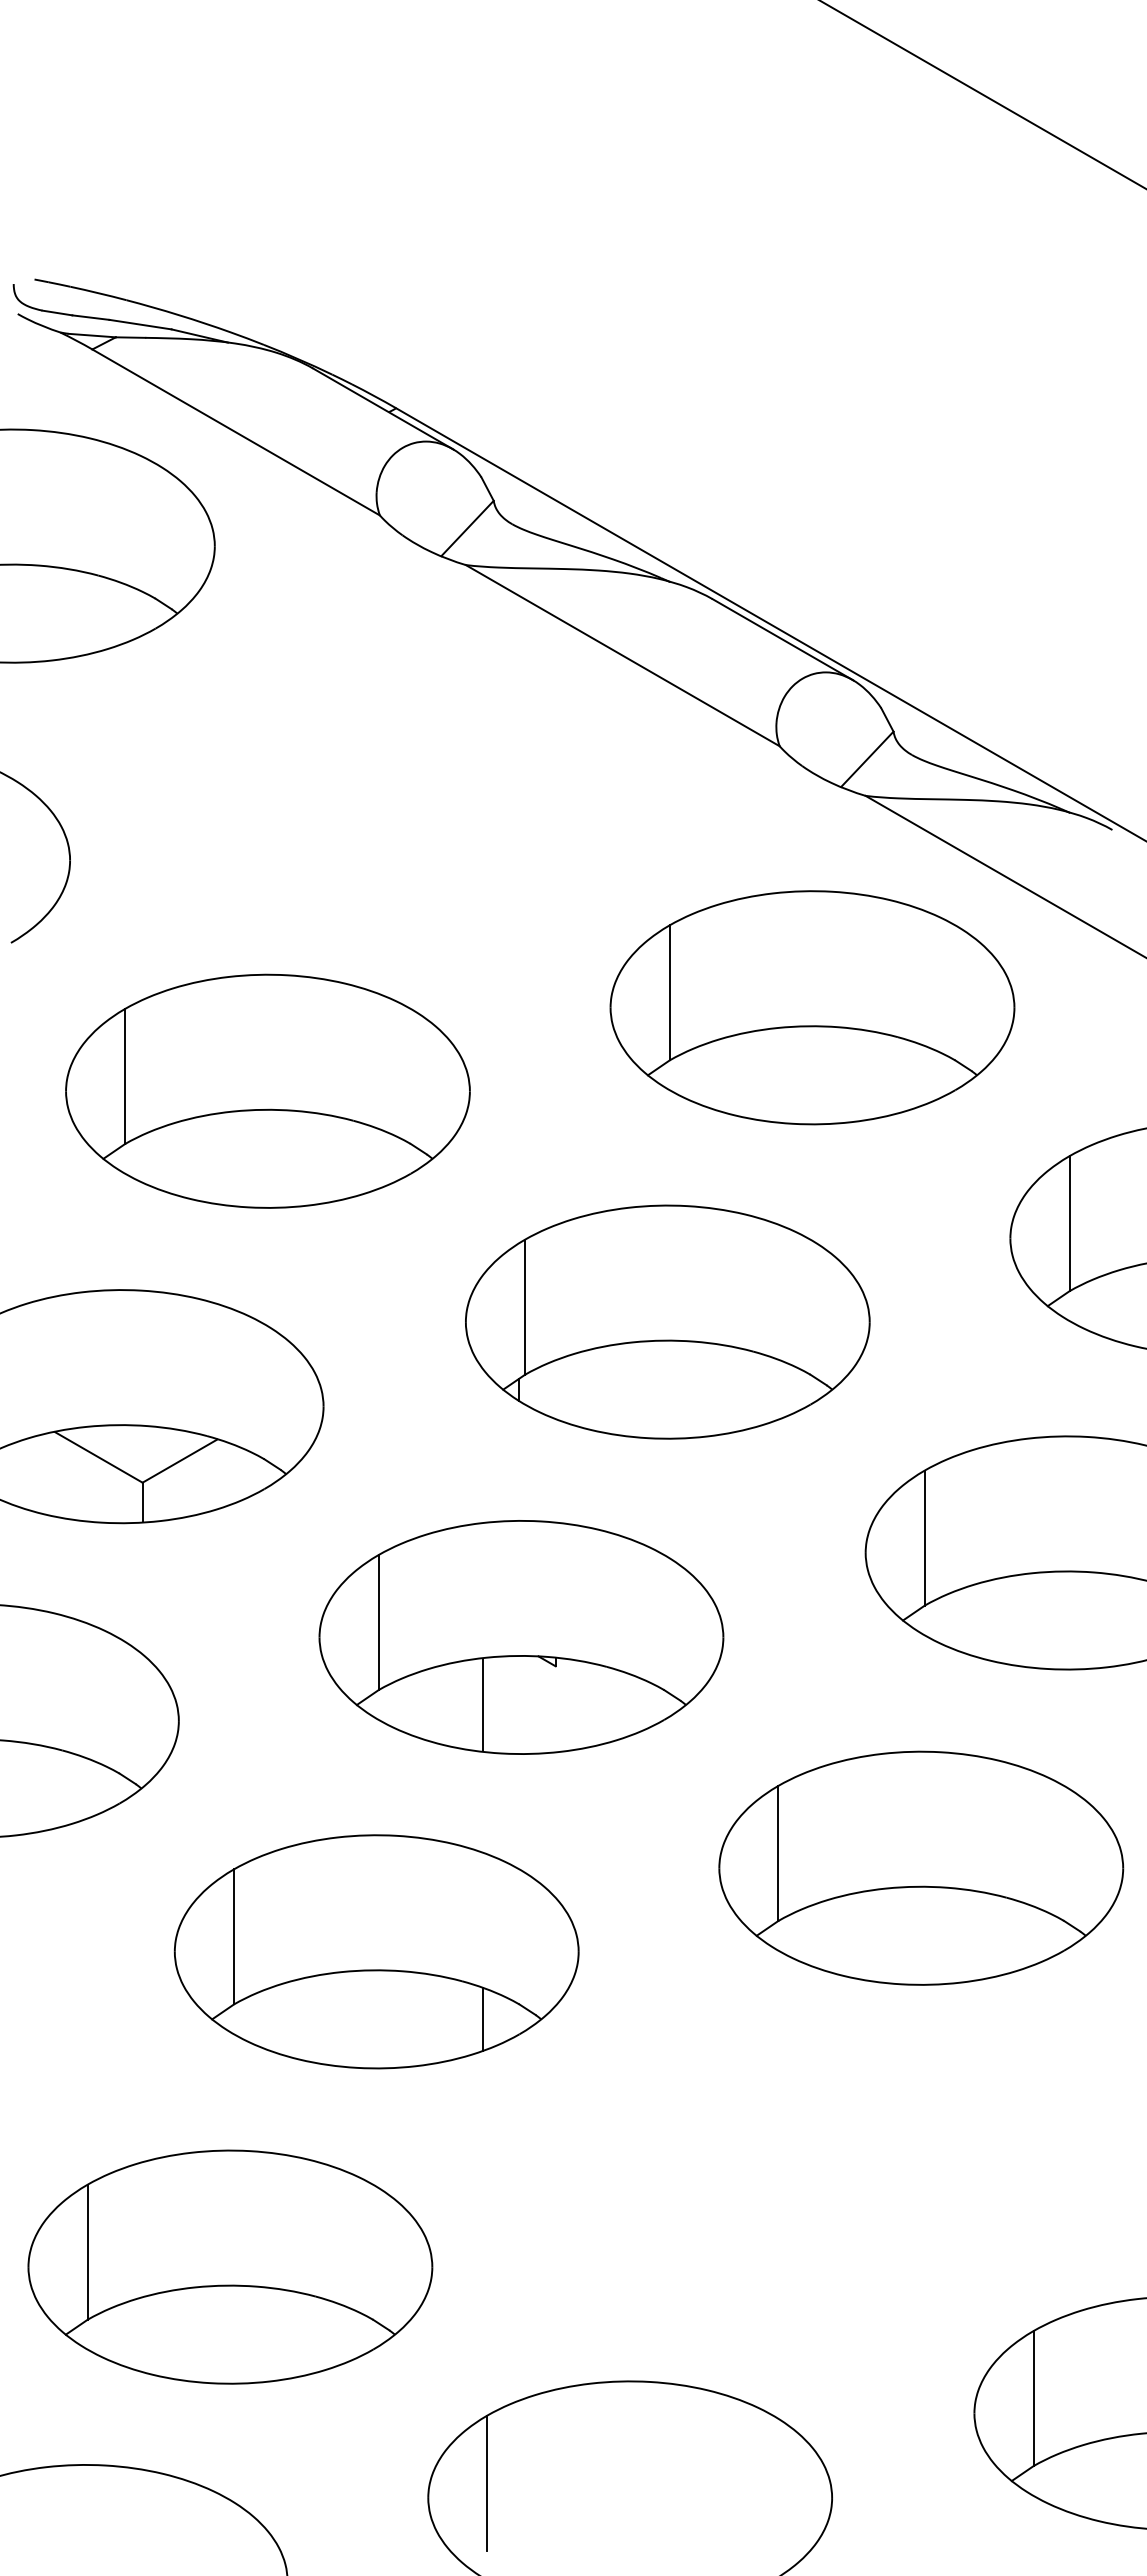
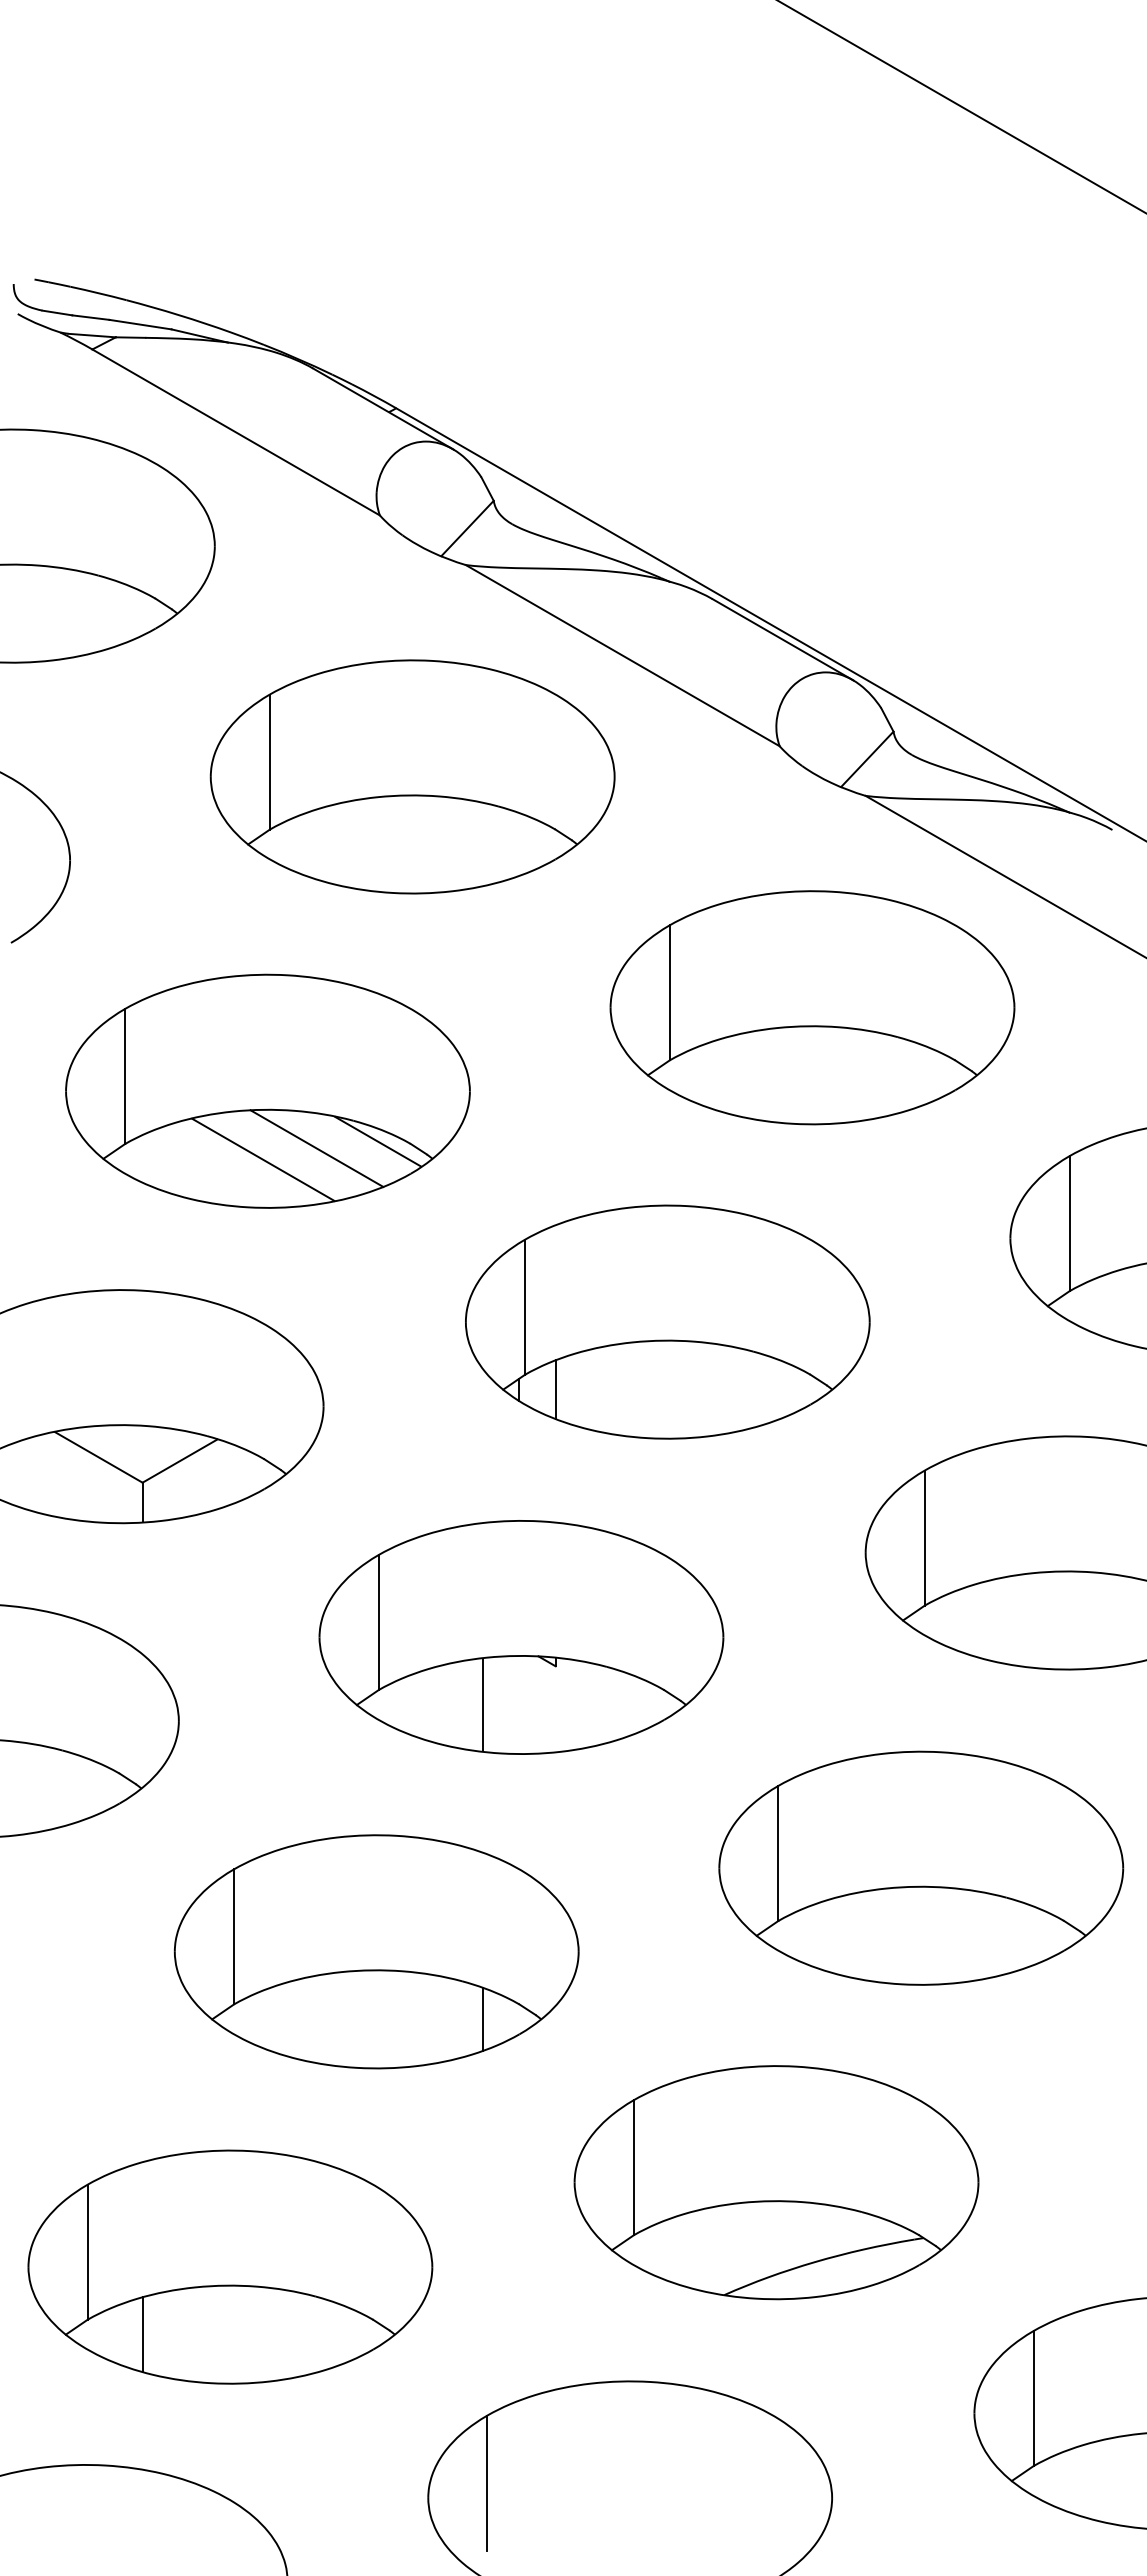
line at (983, 94) position: (983, 94) -> (961, 107)
part at (412, 776): none -> present
line at (378, 1141): none -> present
line at (316, 1148): none -> present
line at (263, 1159): none -> present
line at (555, 1389): none -> present
part at (776, 2182): none -> present
line at (142, 2334): none -> present
